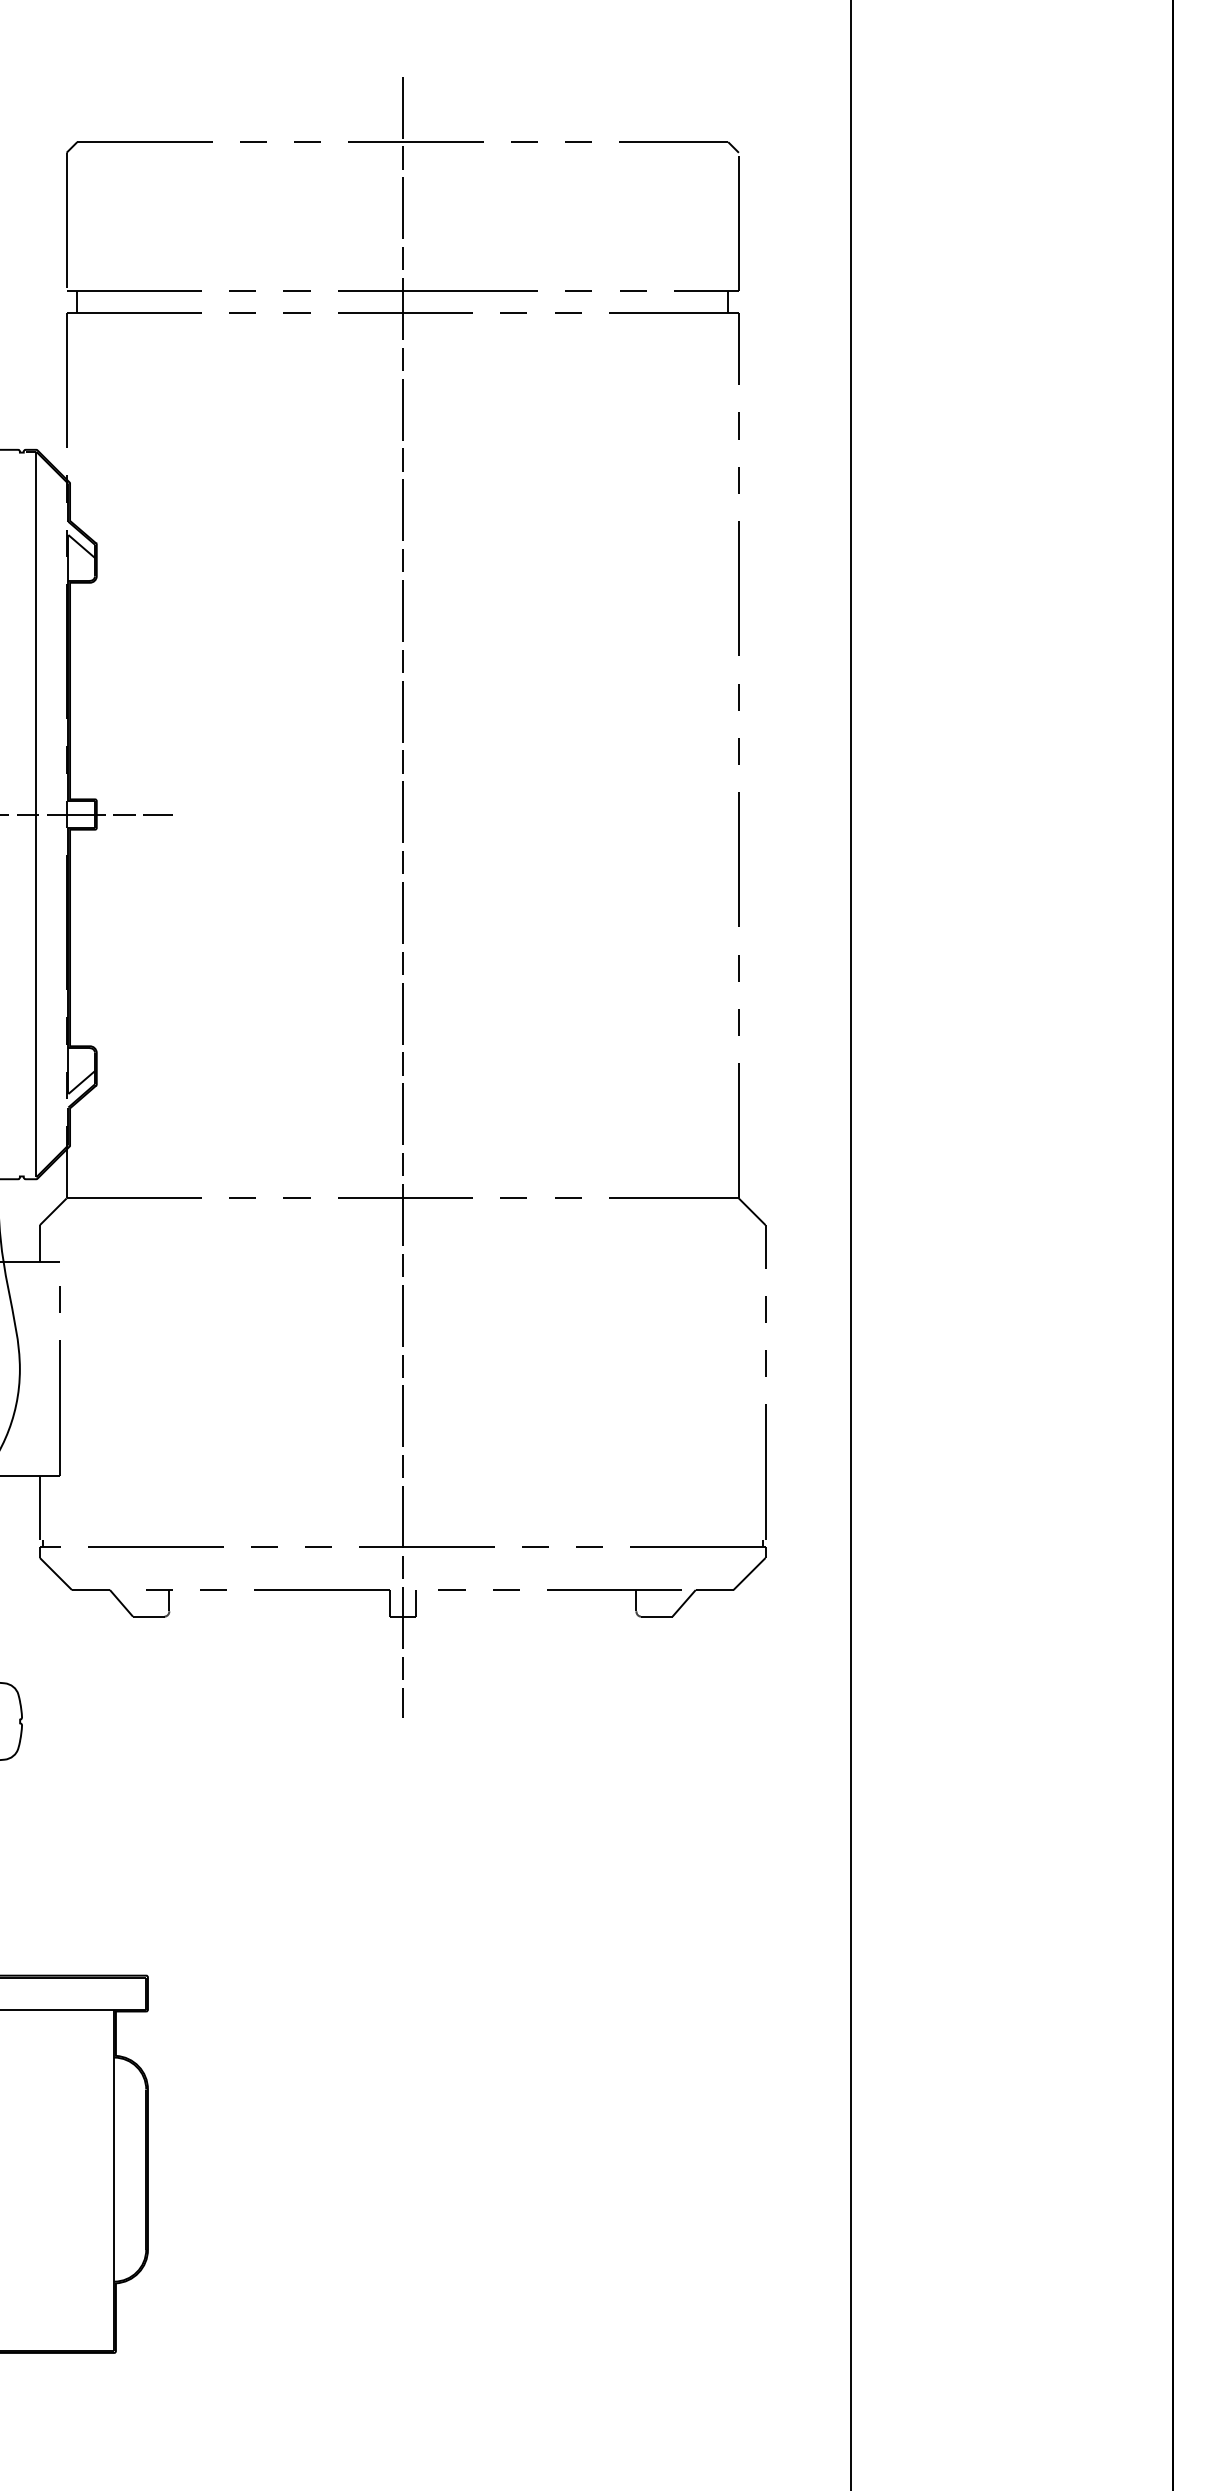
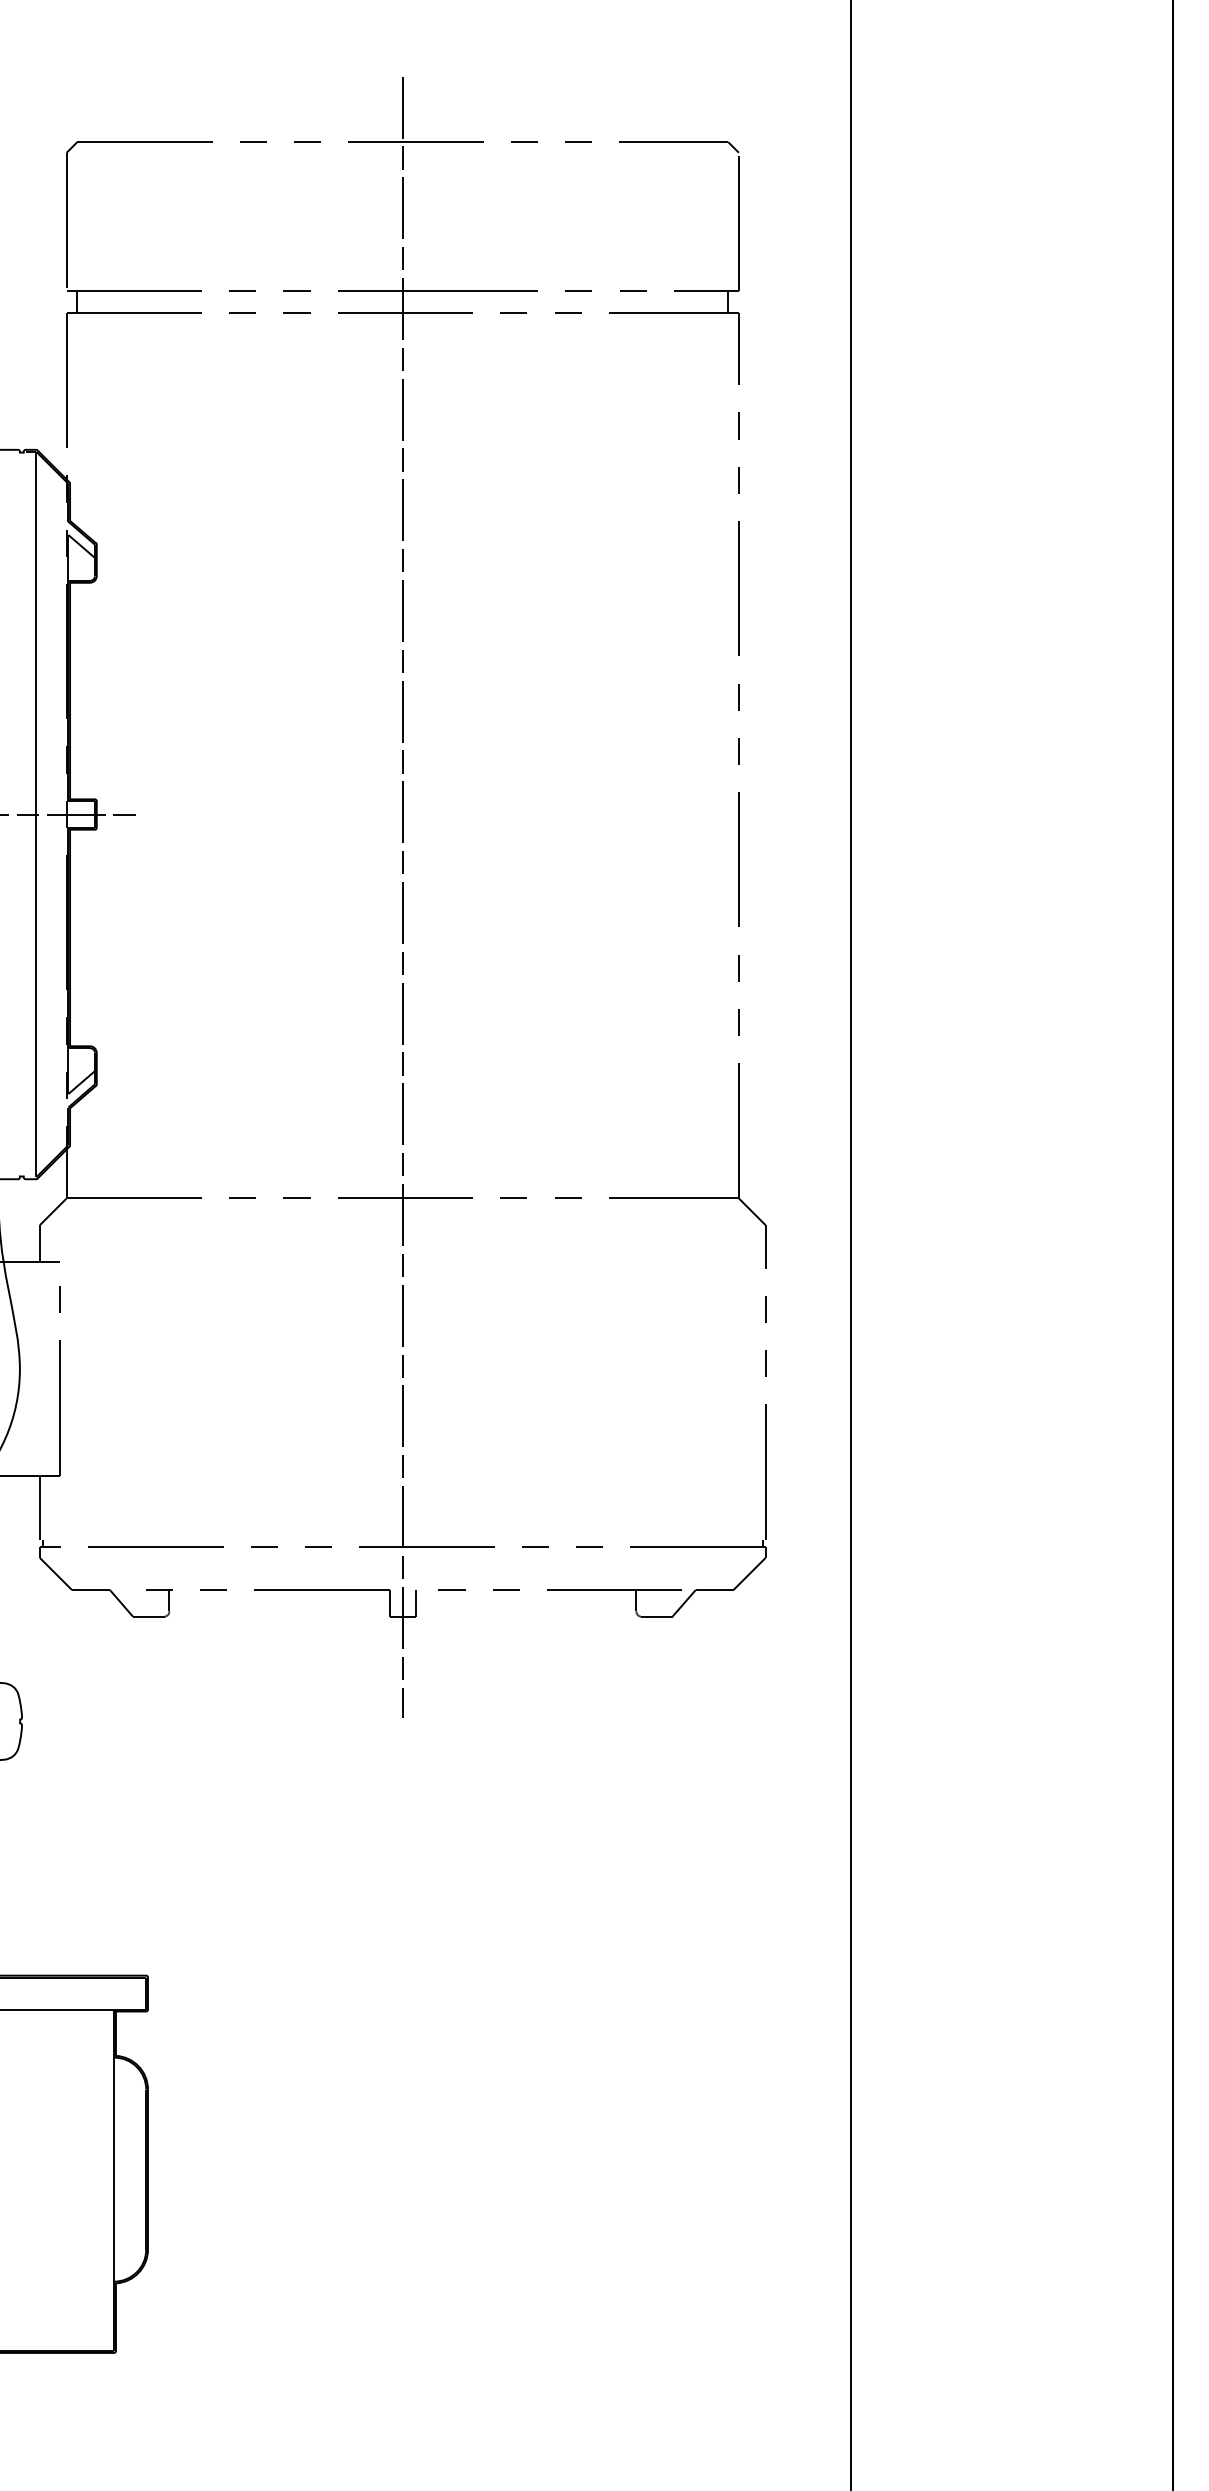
line at (157, 814): present -> none
